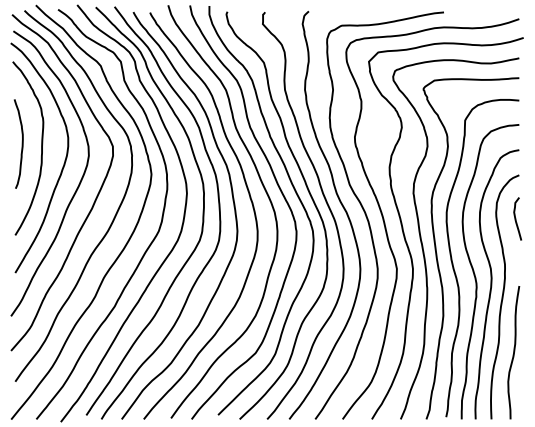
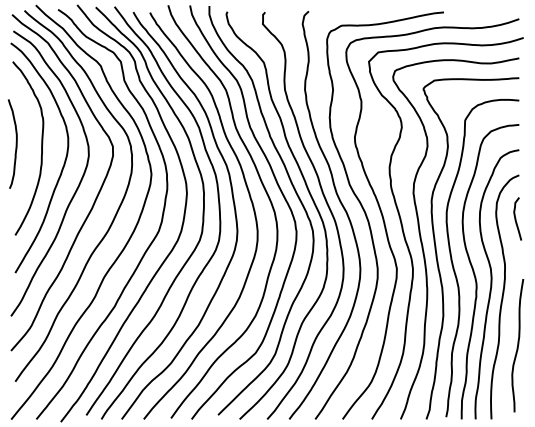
curve at (21, 143) position: (21, 143) -> (15, 143)
curve at (513, 352) position: (513, 352) -> (517, 345)
